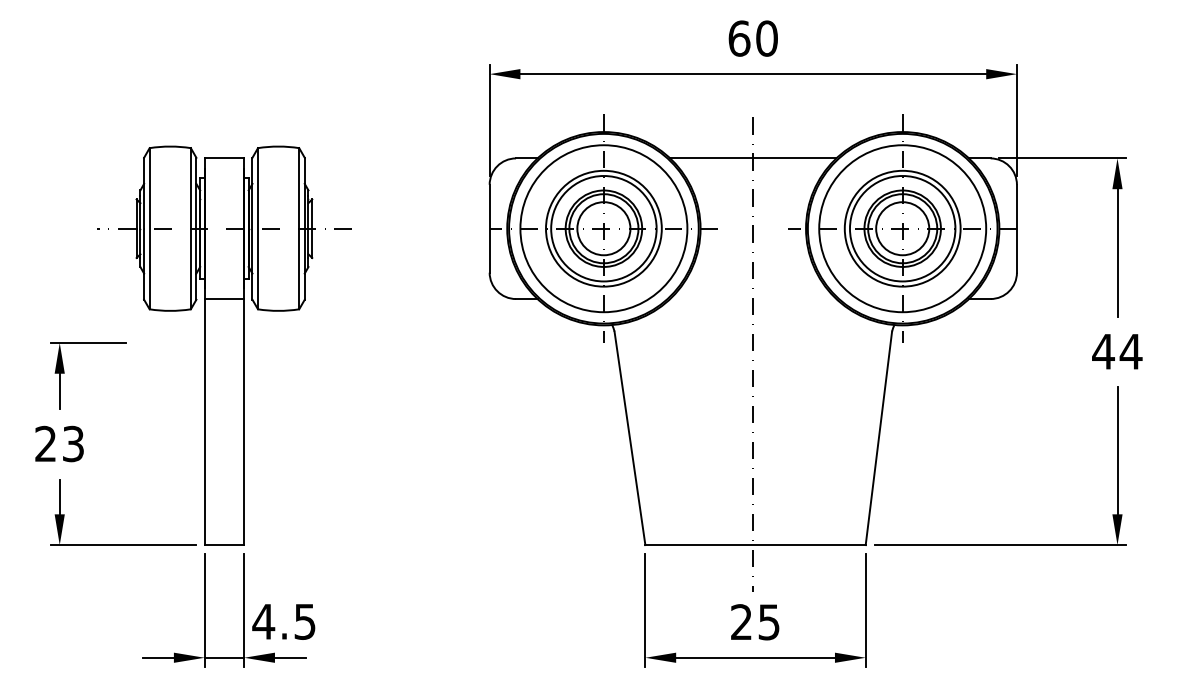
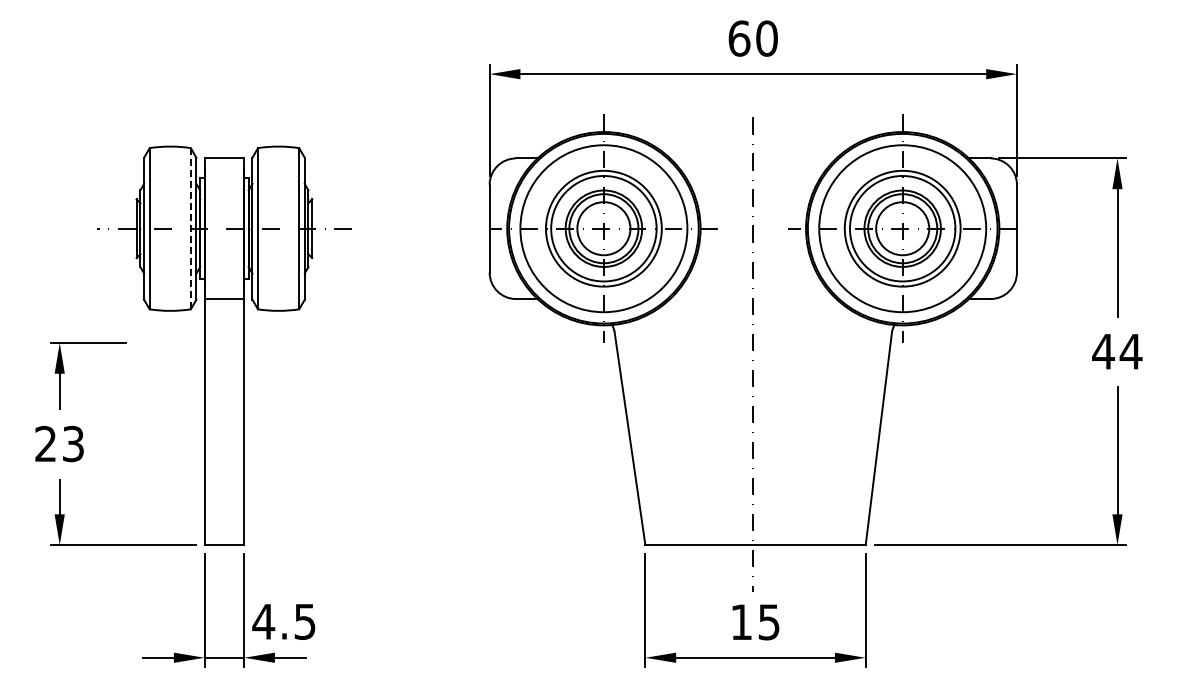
line at (753, 158): present -> none
line at (190, 228): solid -> dashed
text at (741, 621): 25 -> 15
